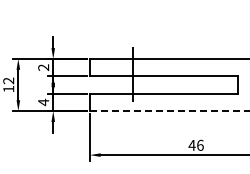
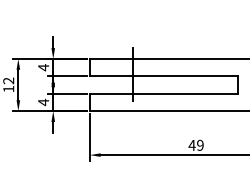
text at (43, 67): 2 -> 4
line at (169, 111): dashed -> solid
text at (200, 144): 46 -> 49
